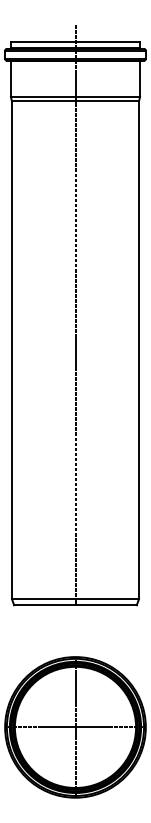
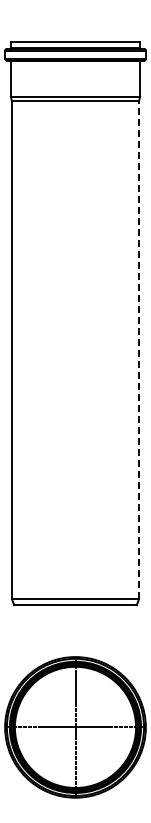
line at (75, 315): present -> none
line at (139, 349): solid -> dashed
